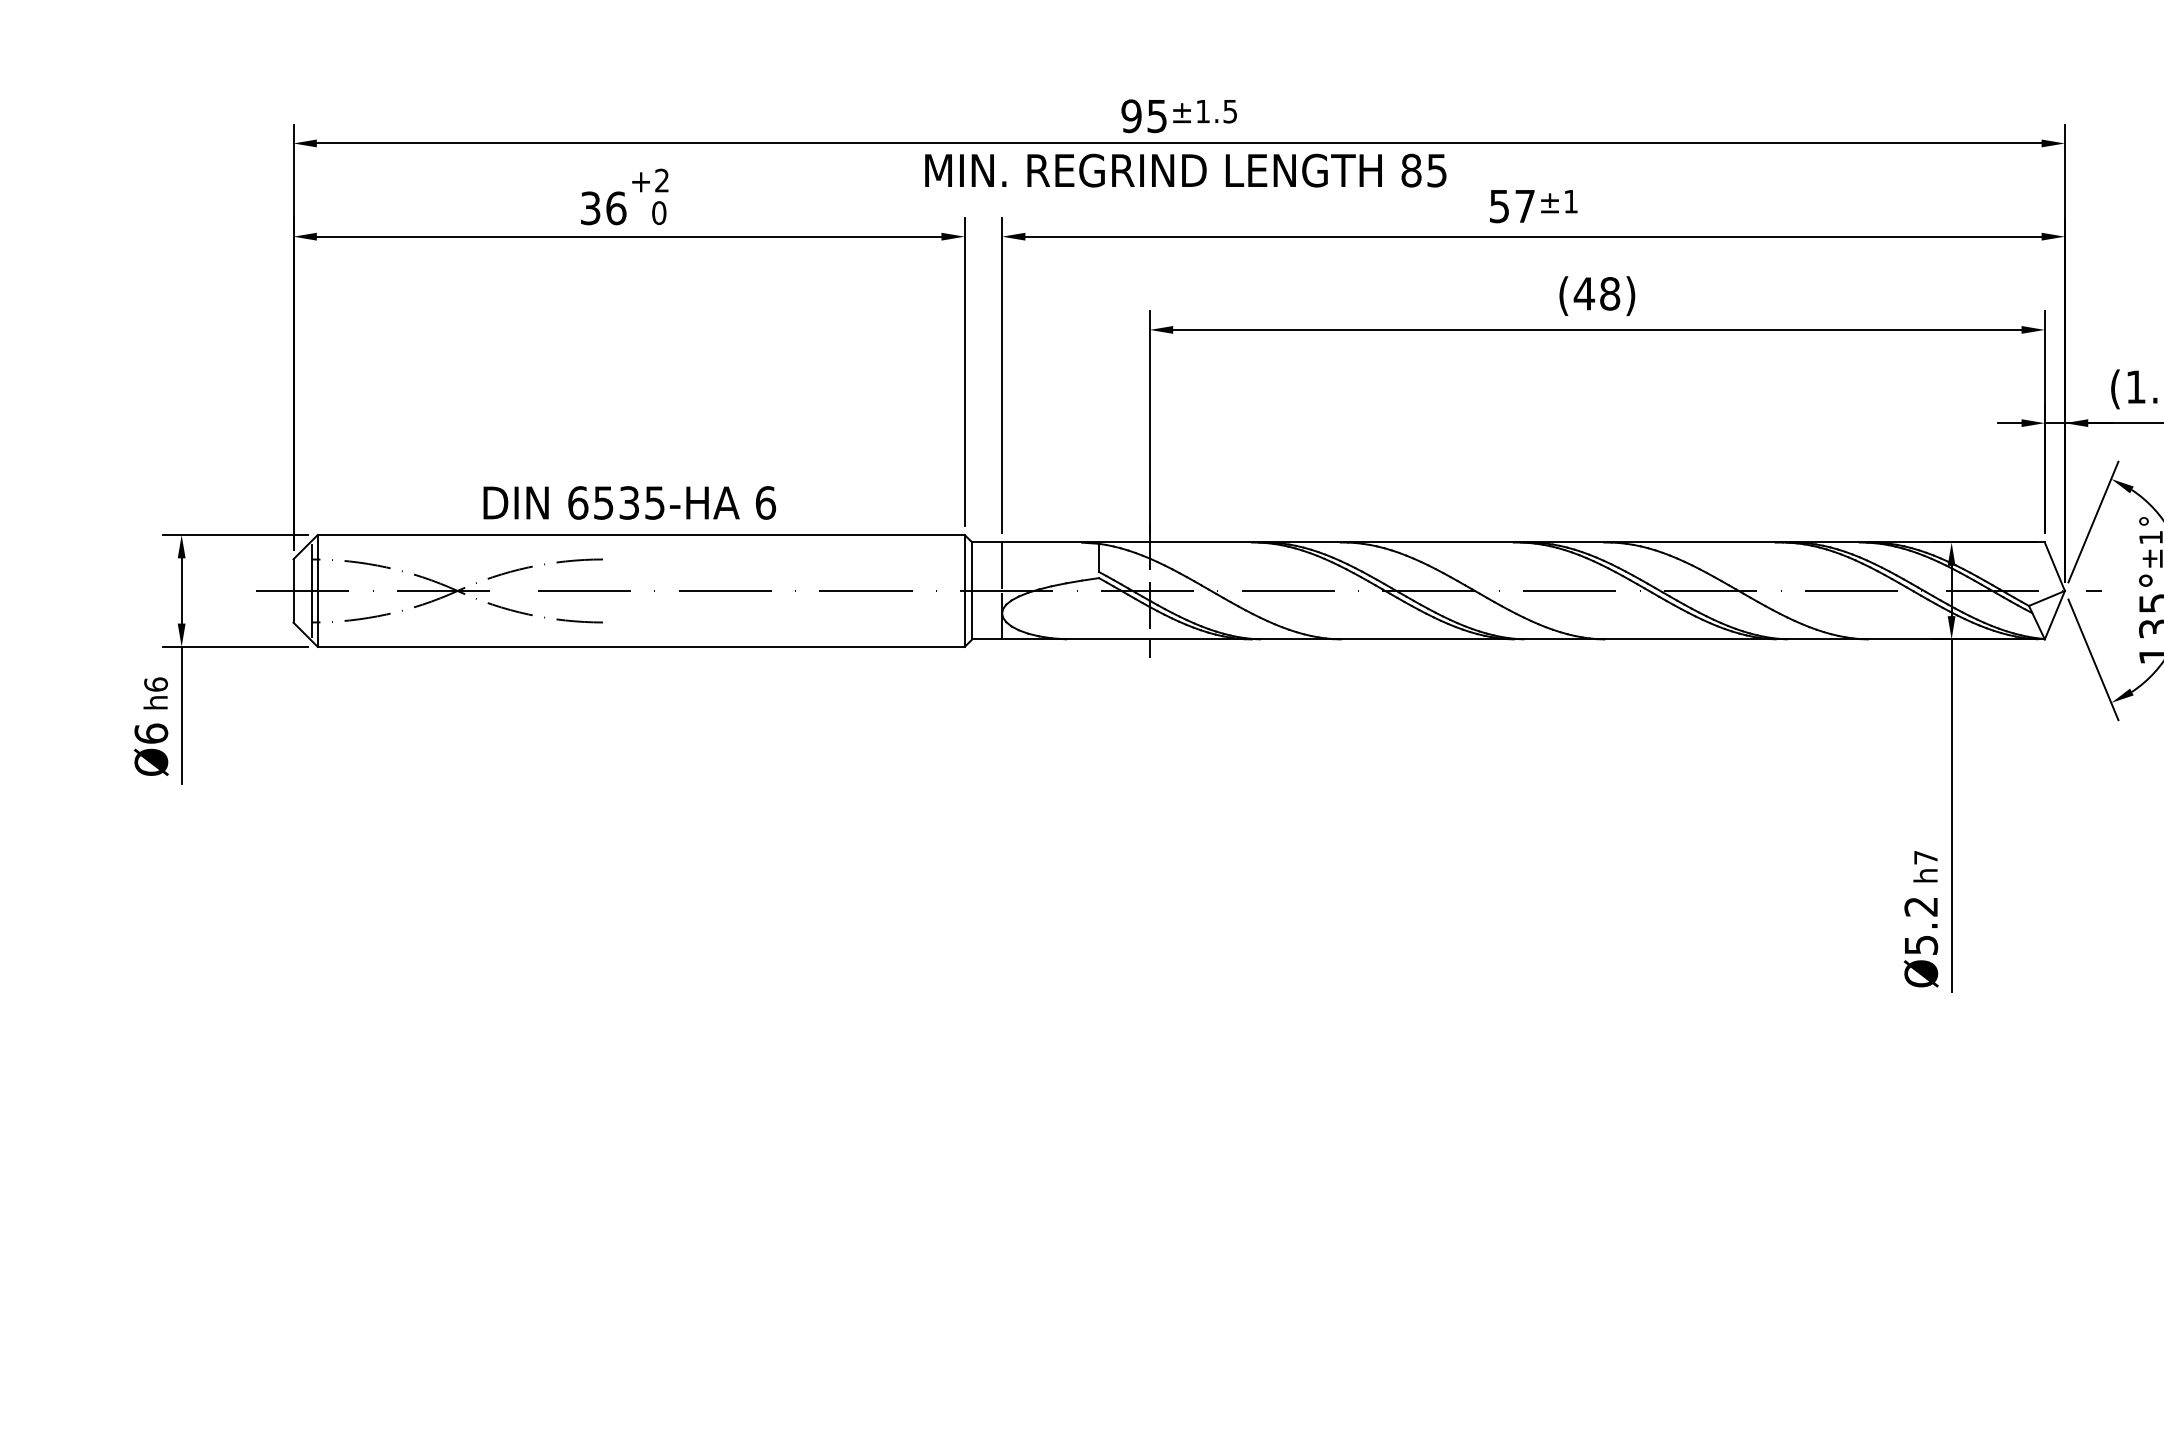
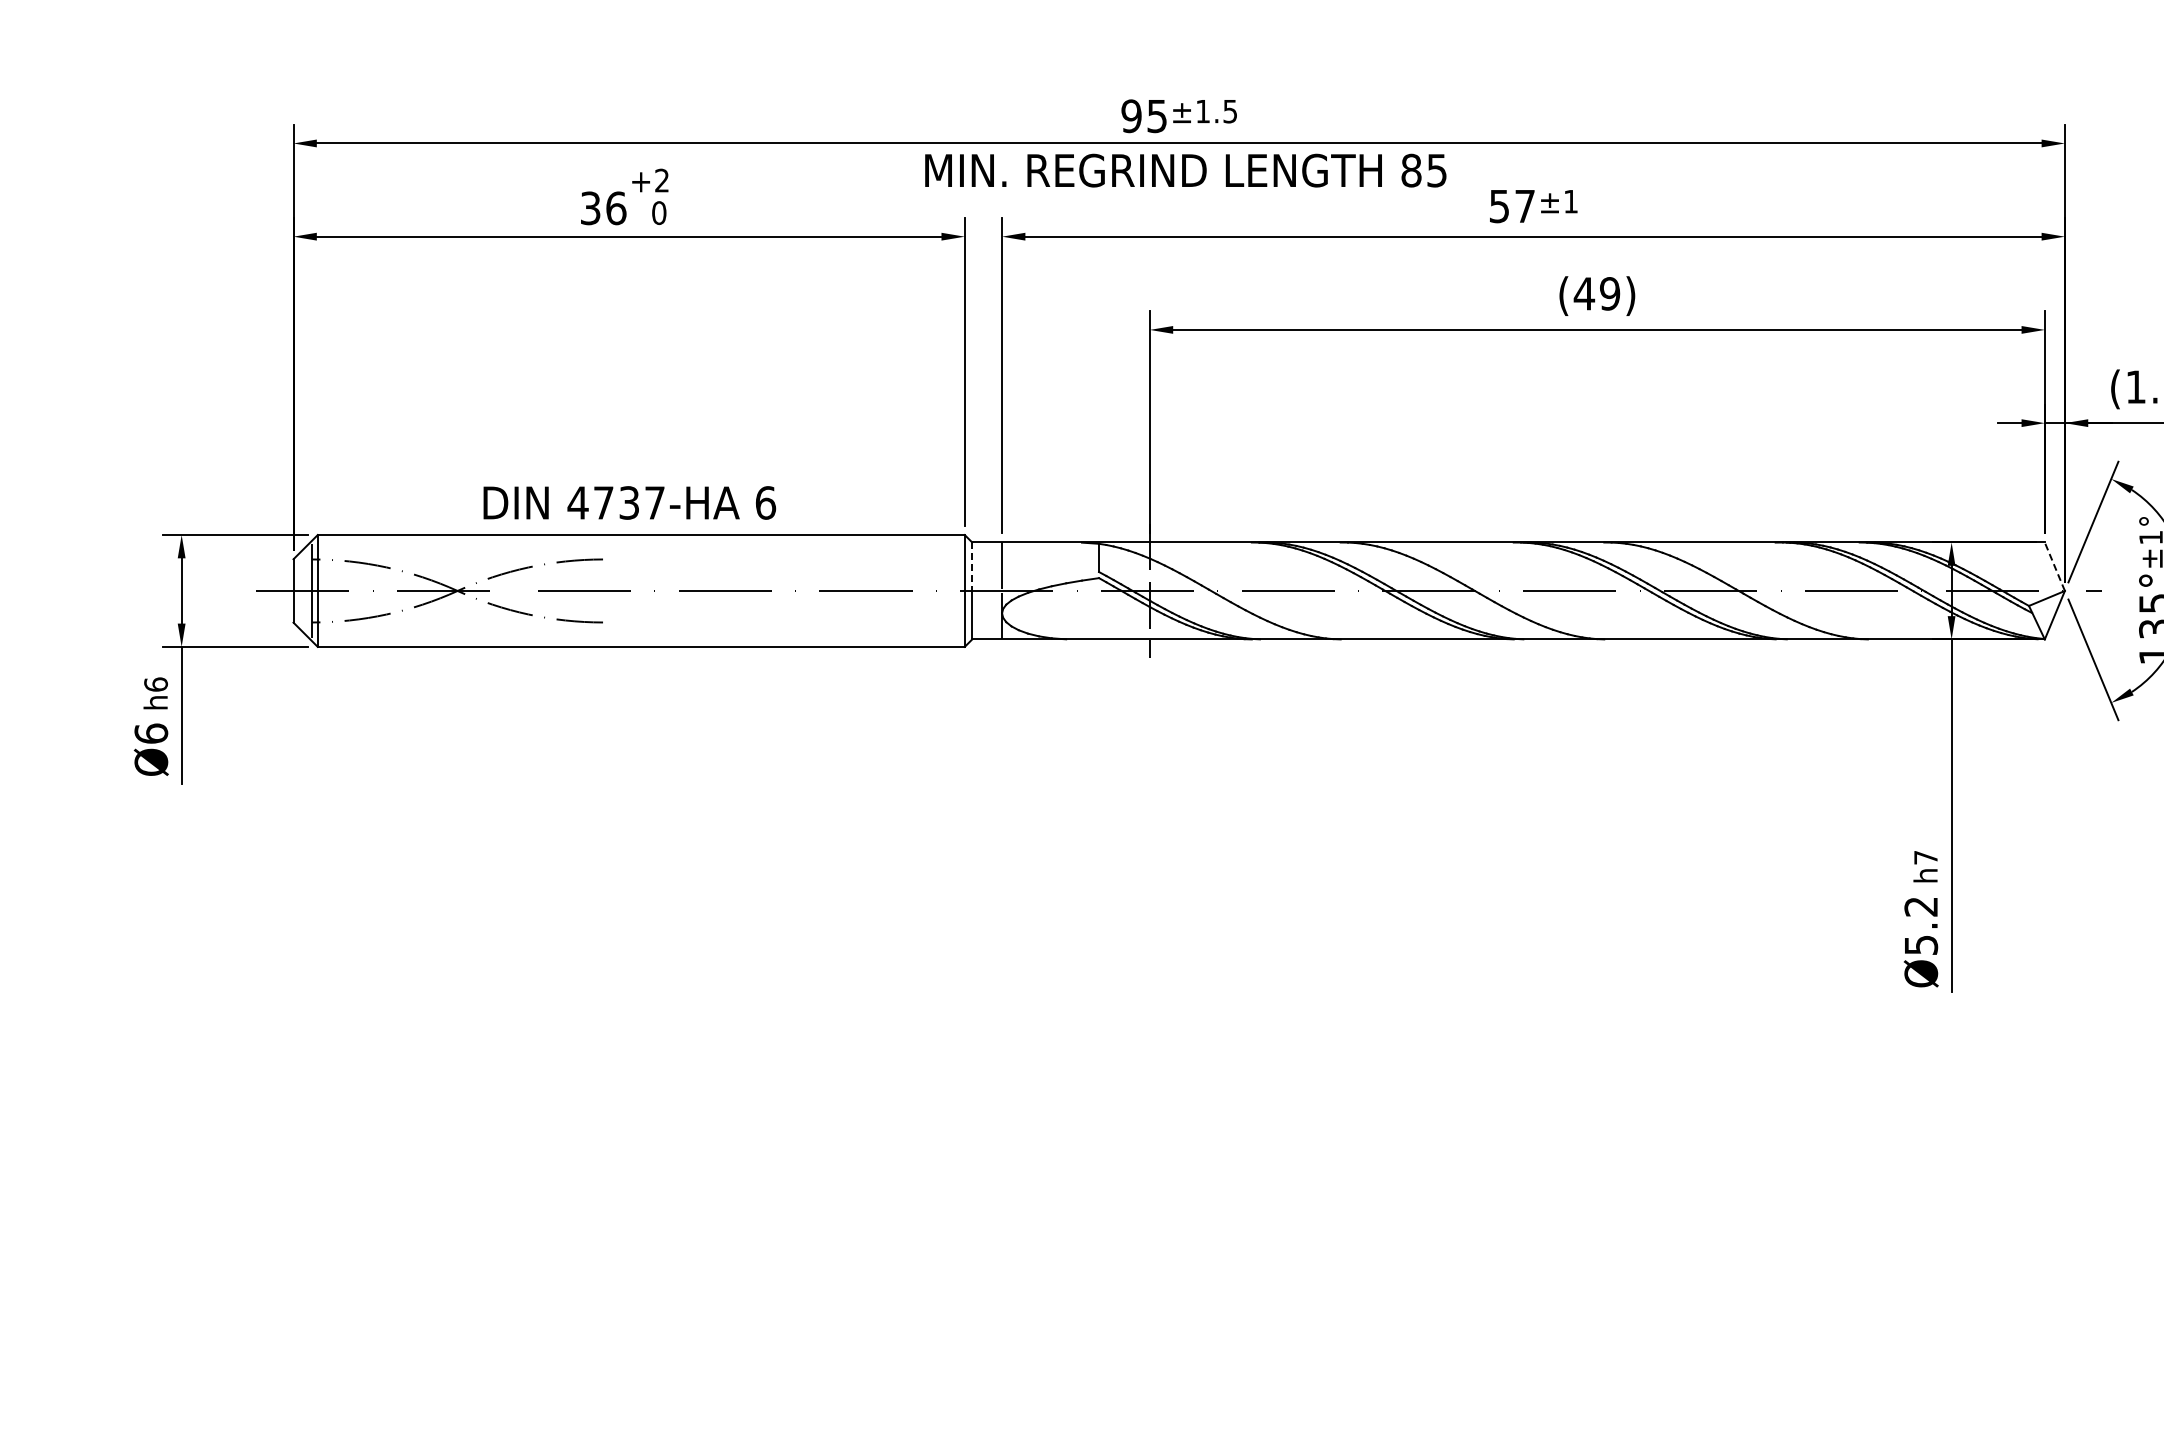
text at (1610, 293): (48) -> (49)
text at (615, 502): 6535-HA -> 4737-HA
line at (2054, 566): solid -> dashed
line at (972, 567): solid -> dashed
